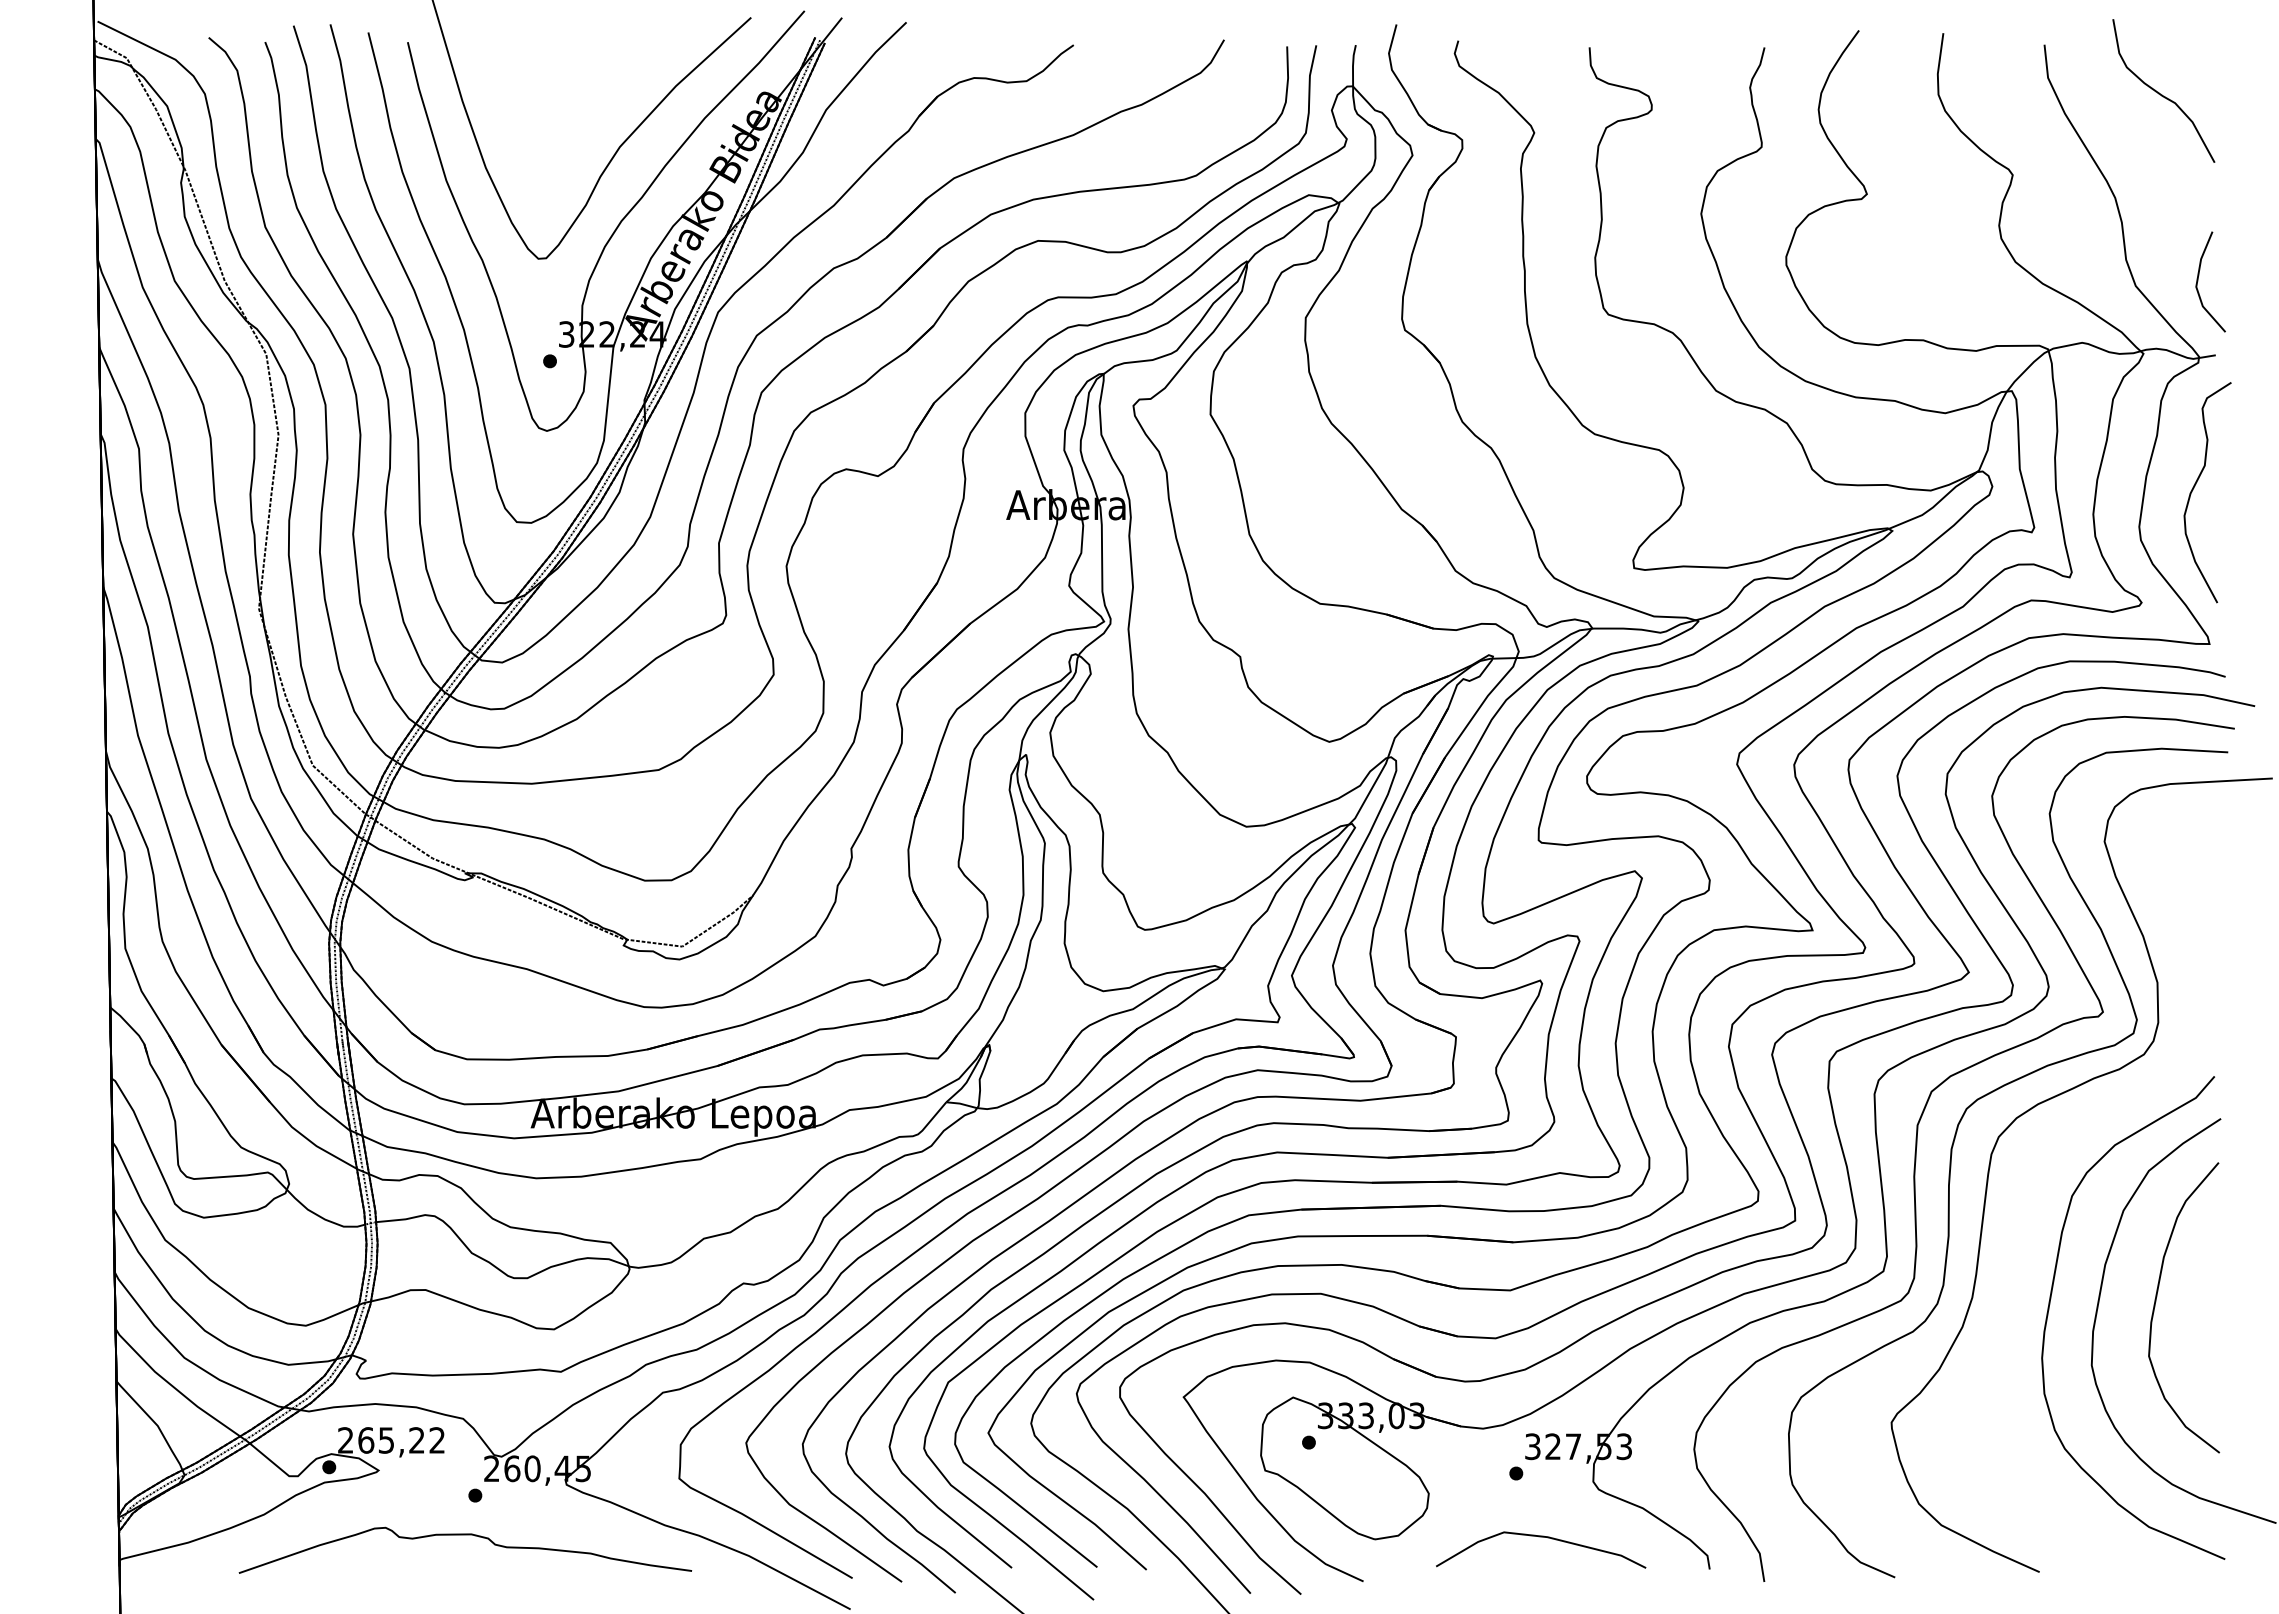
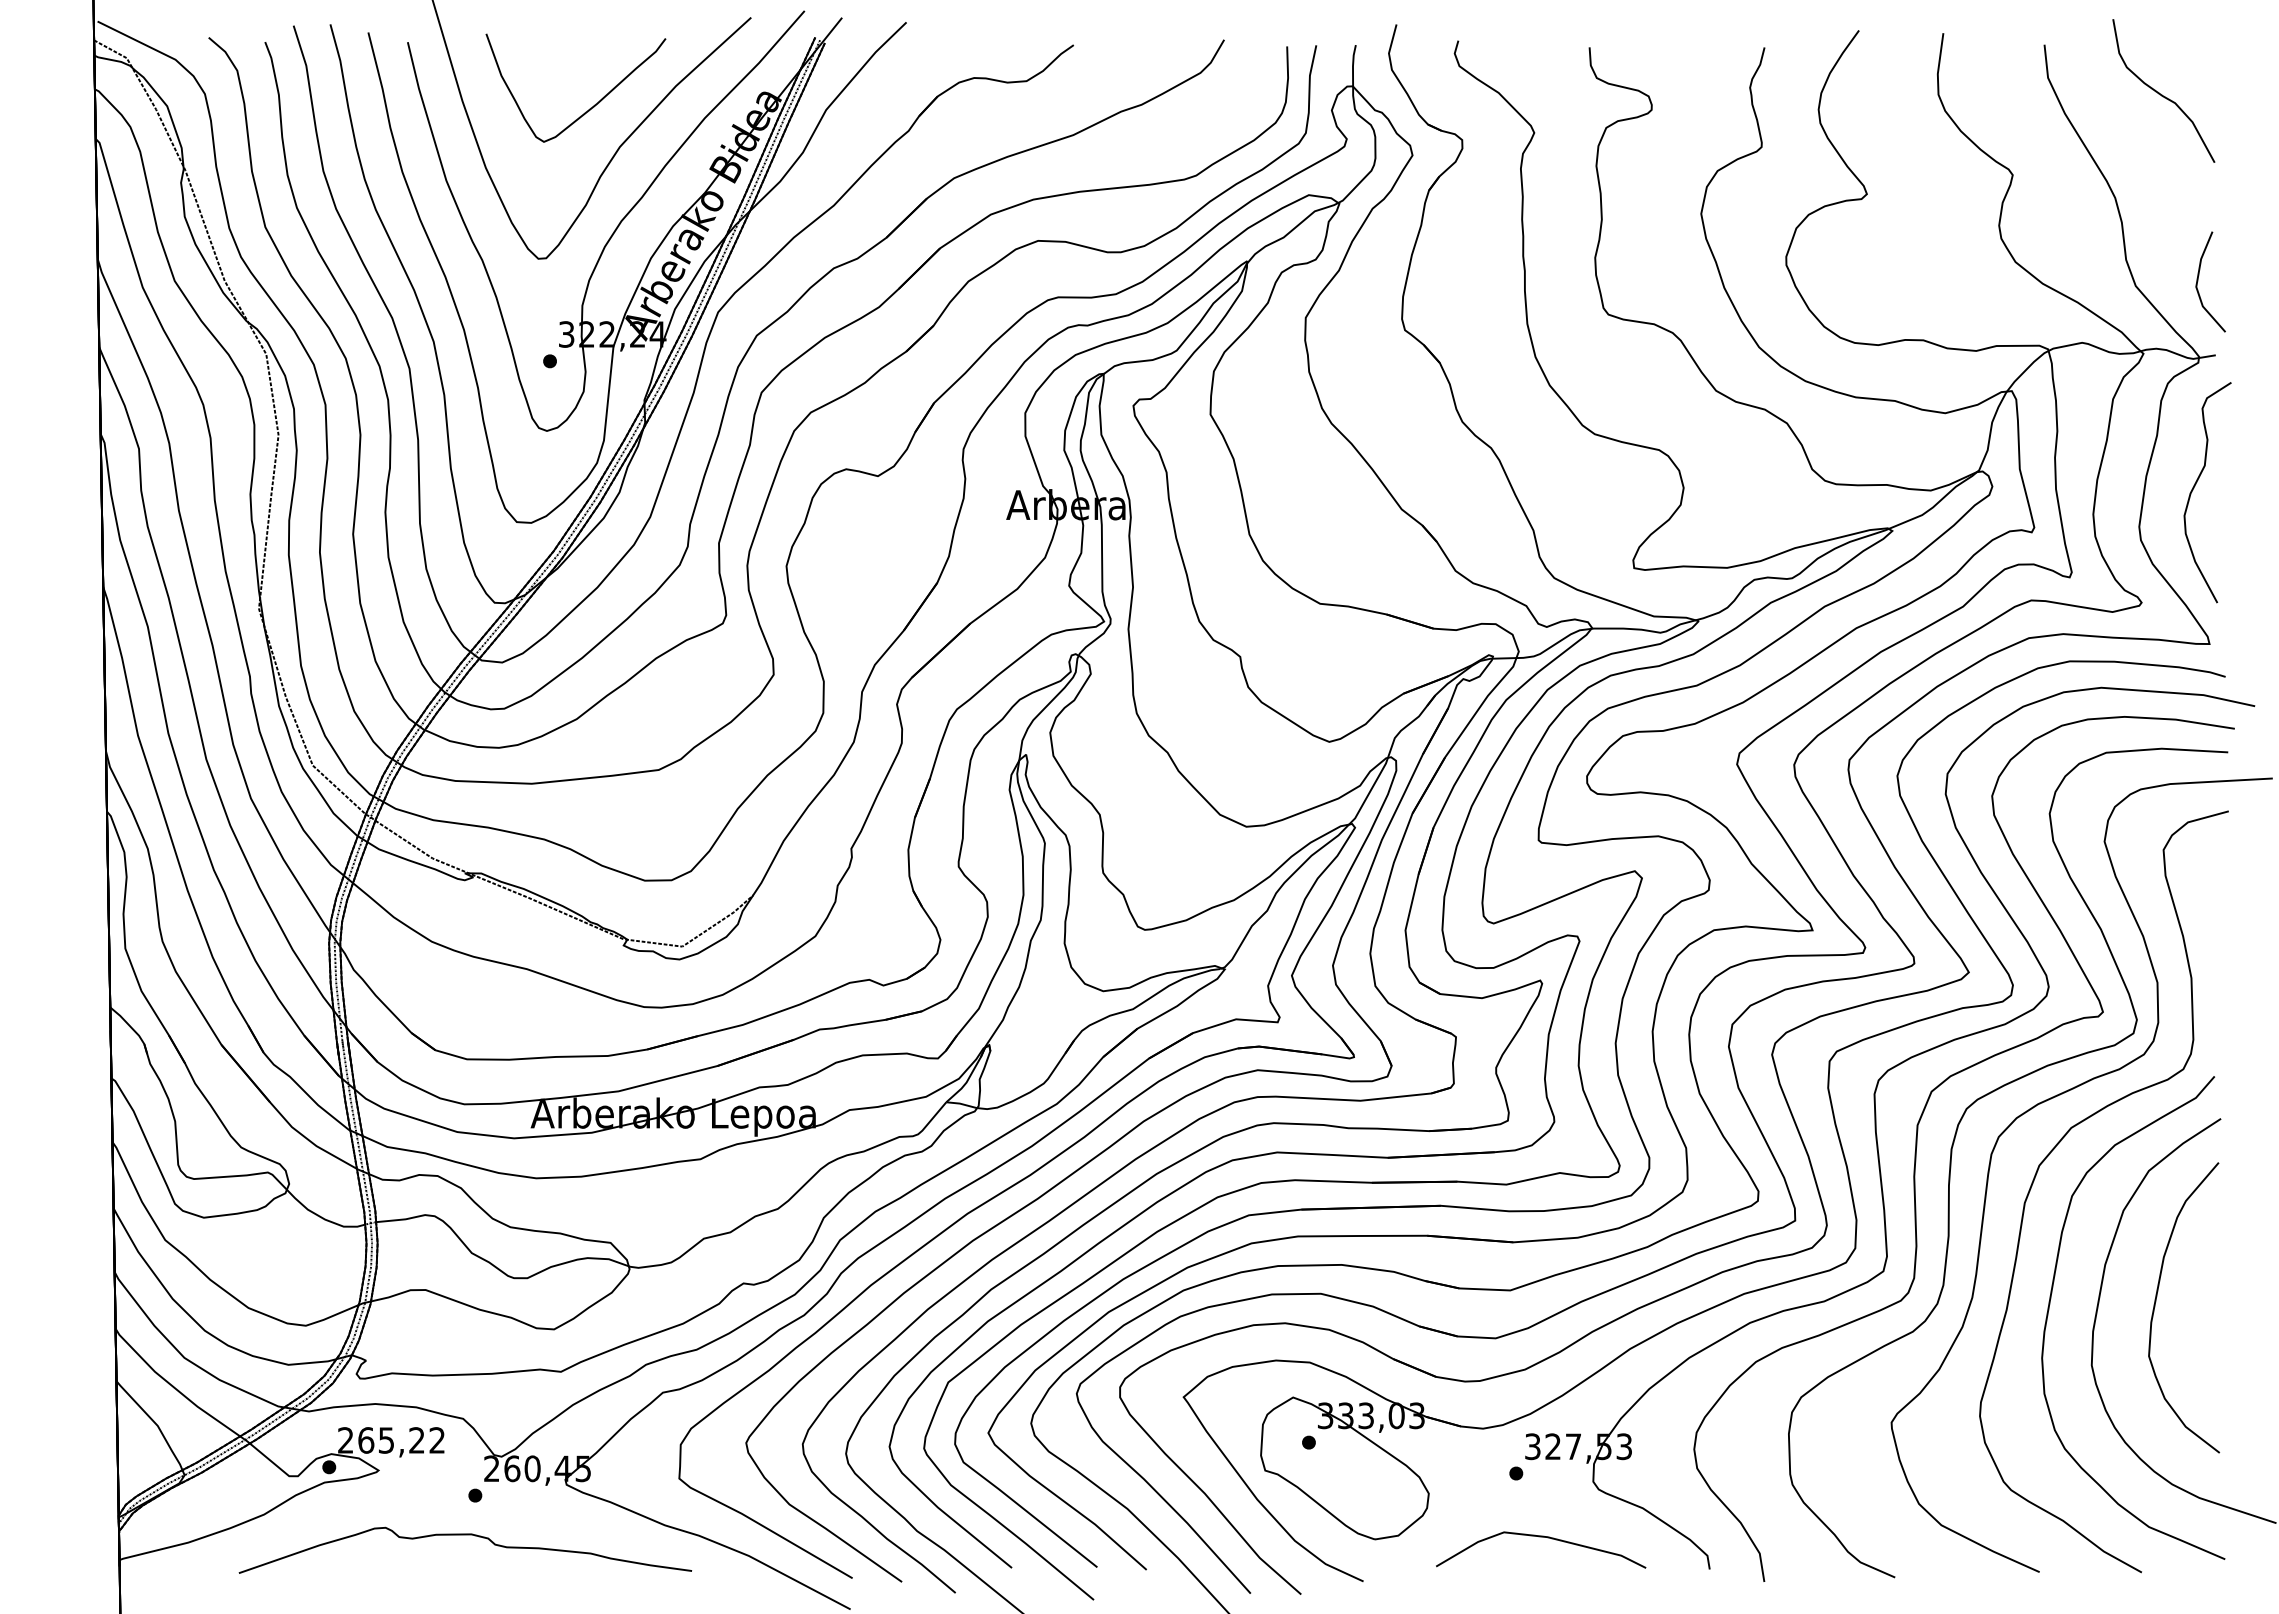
curve at (589, 108): none -> present
part at (2055, 1148): none -> present
